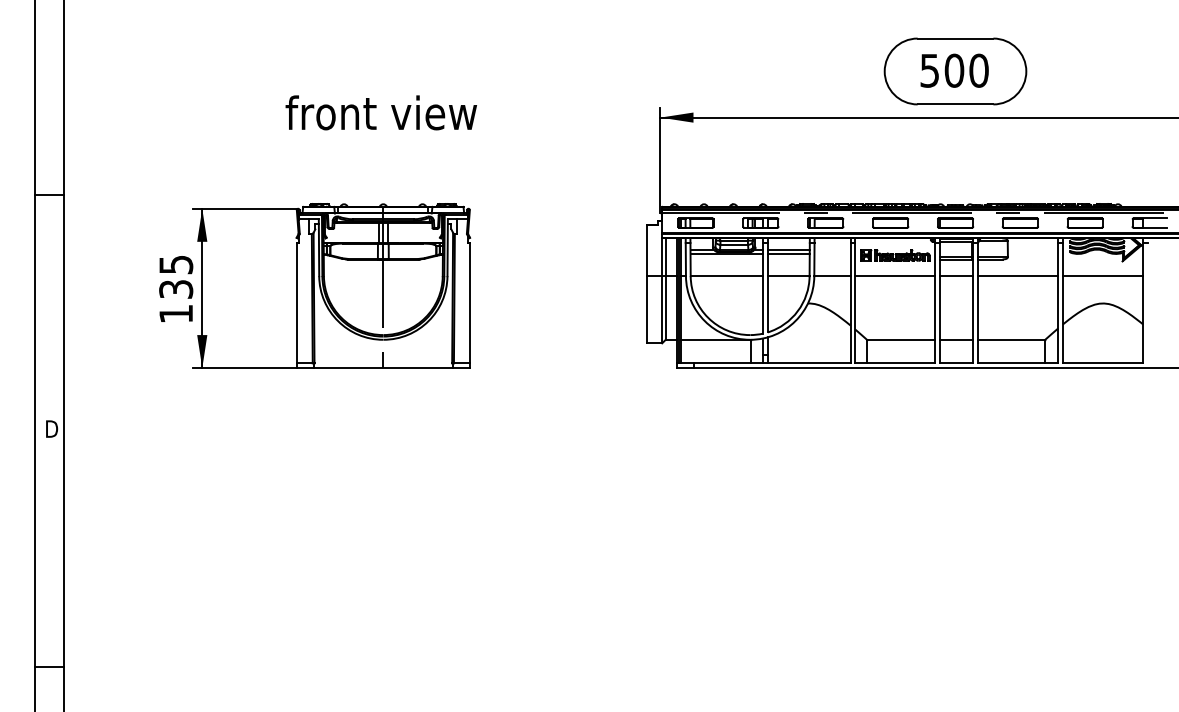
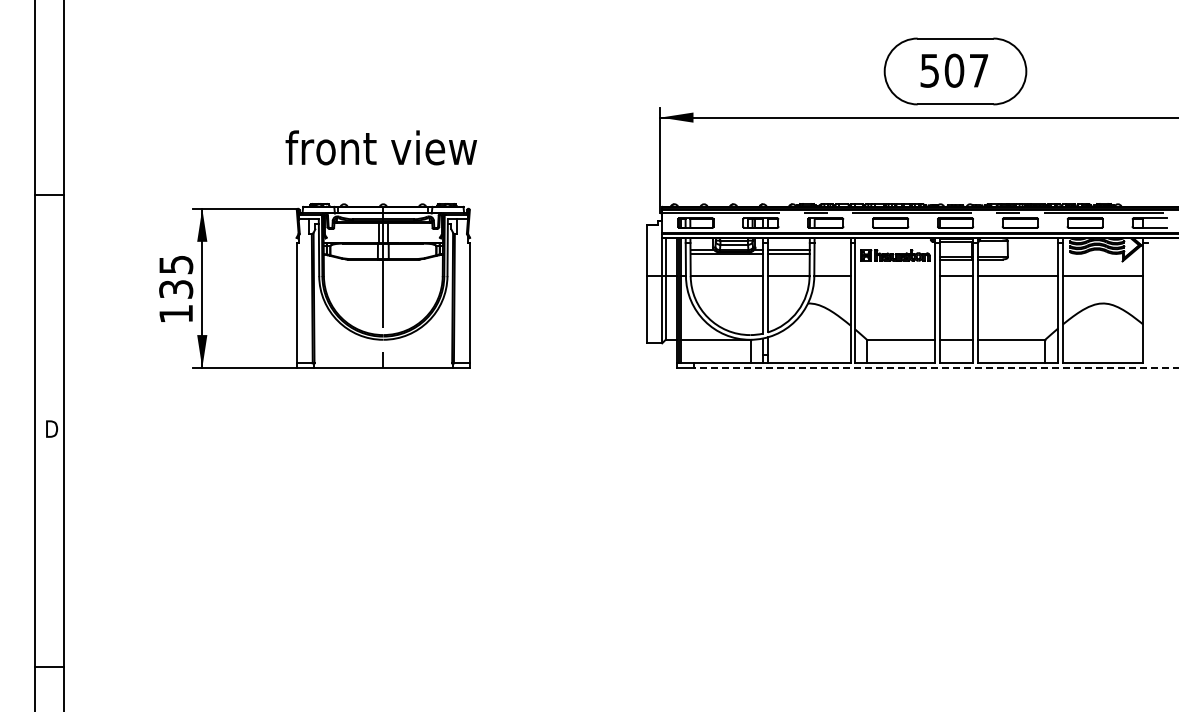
text at (978, 70): 500 -> 507
text at (380, 112) position: (380, 112) -> (380, 147)
line at (895, 276): present -> none
line at (935, 368): solid -> dashed
